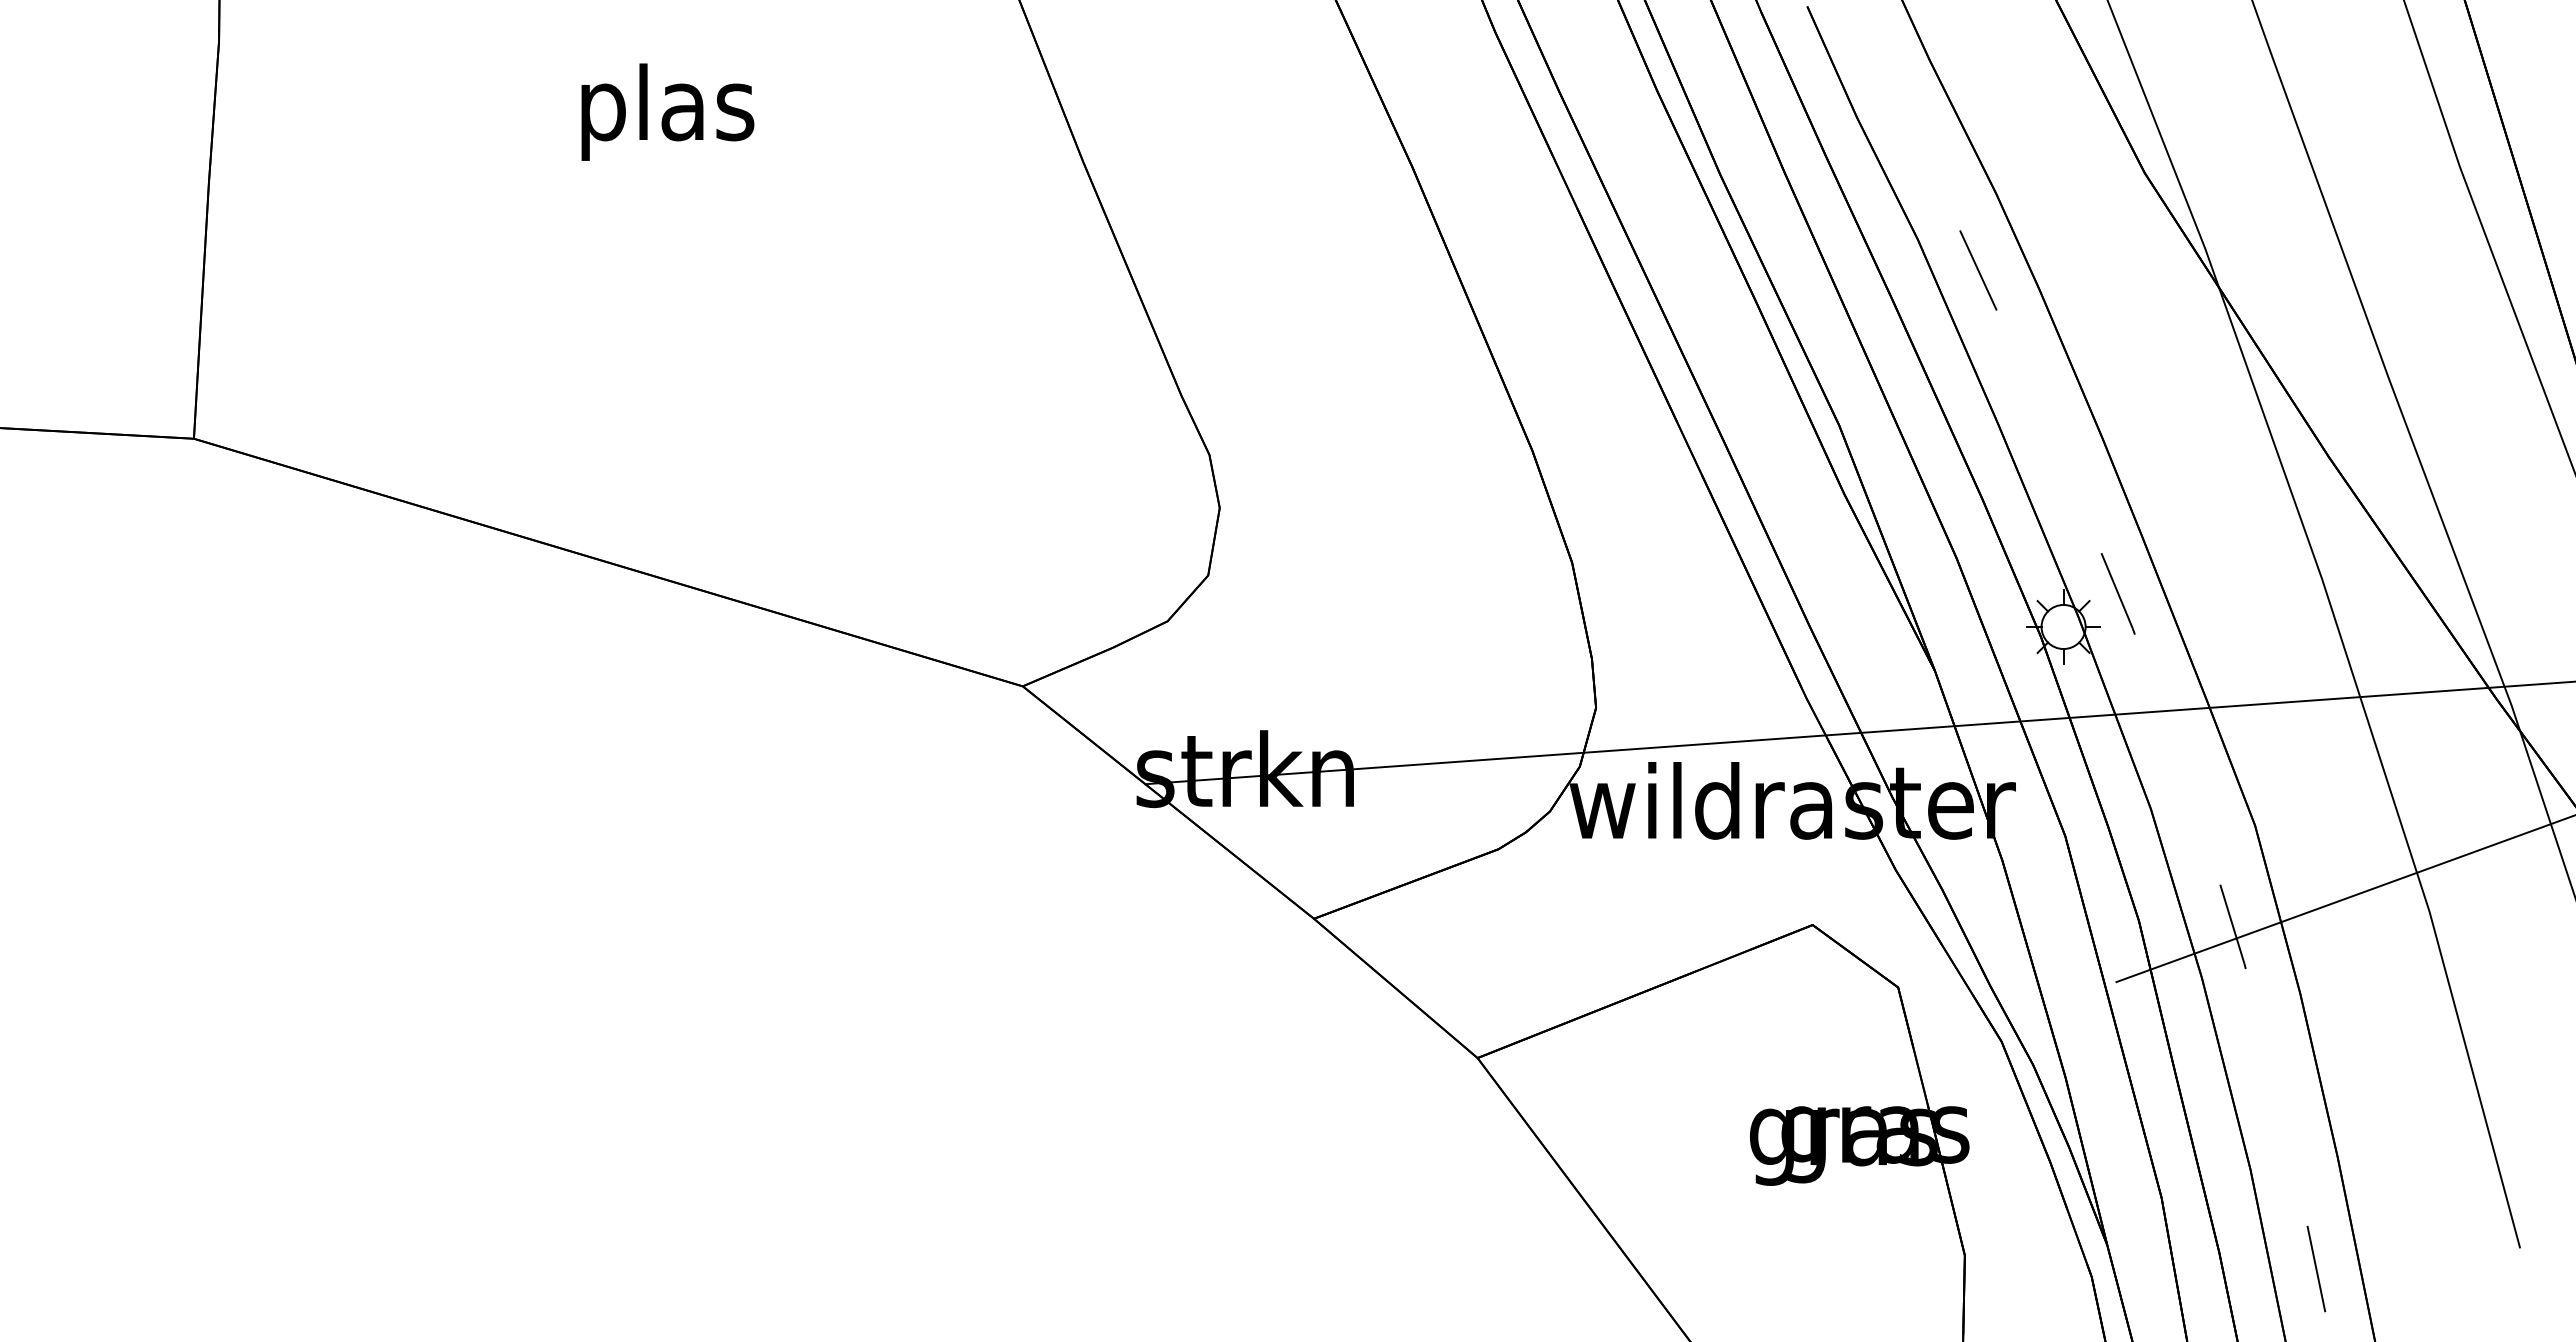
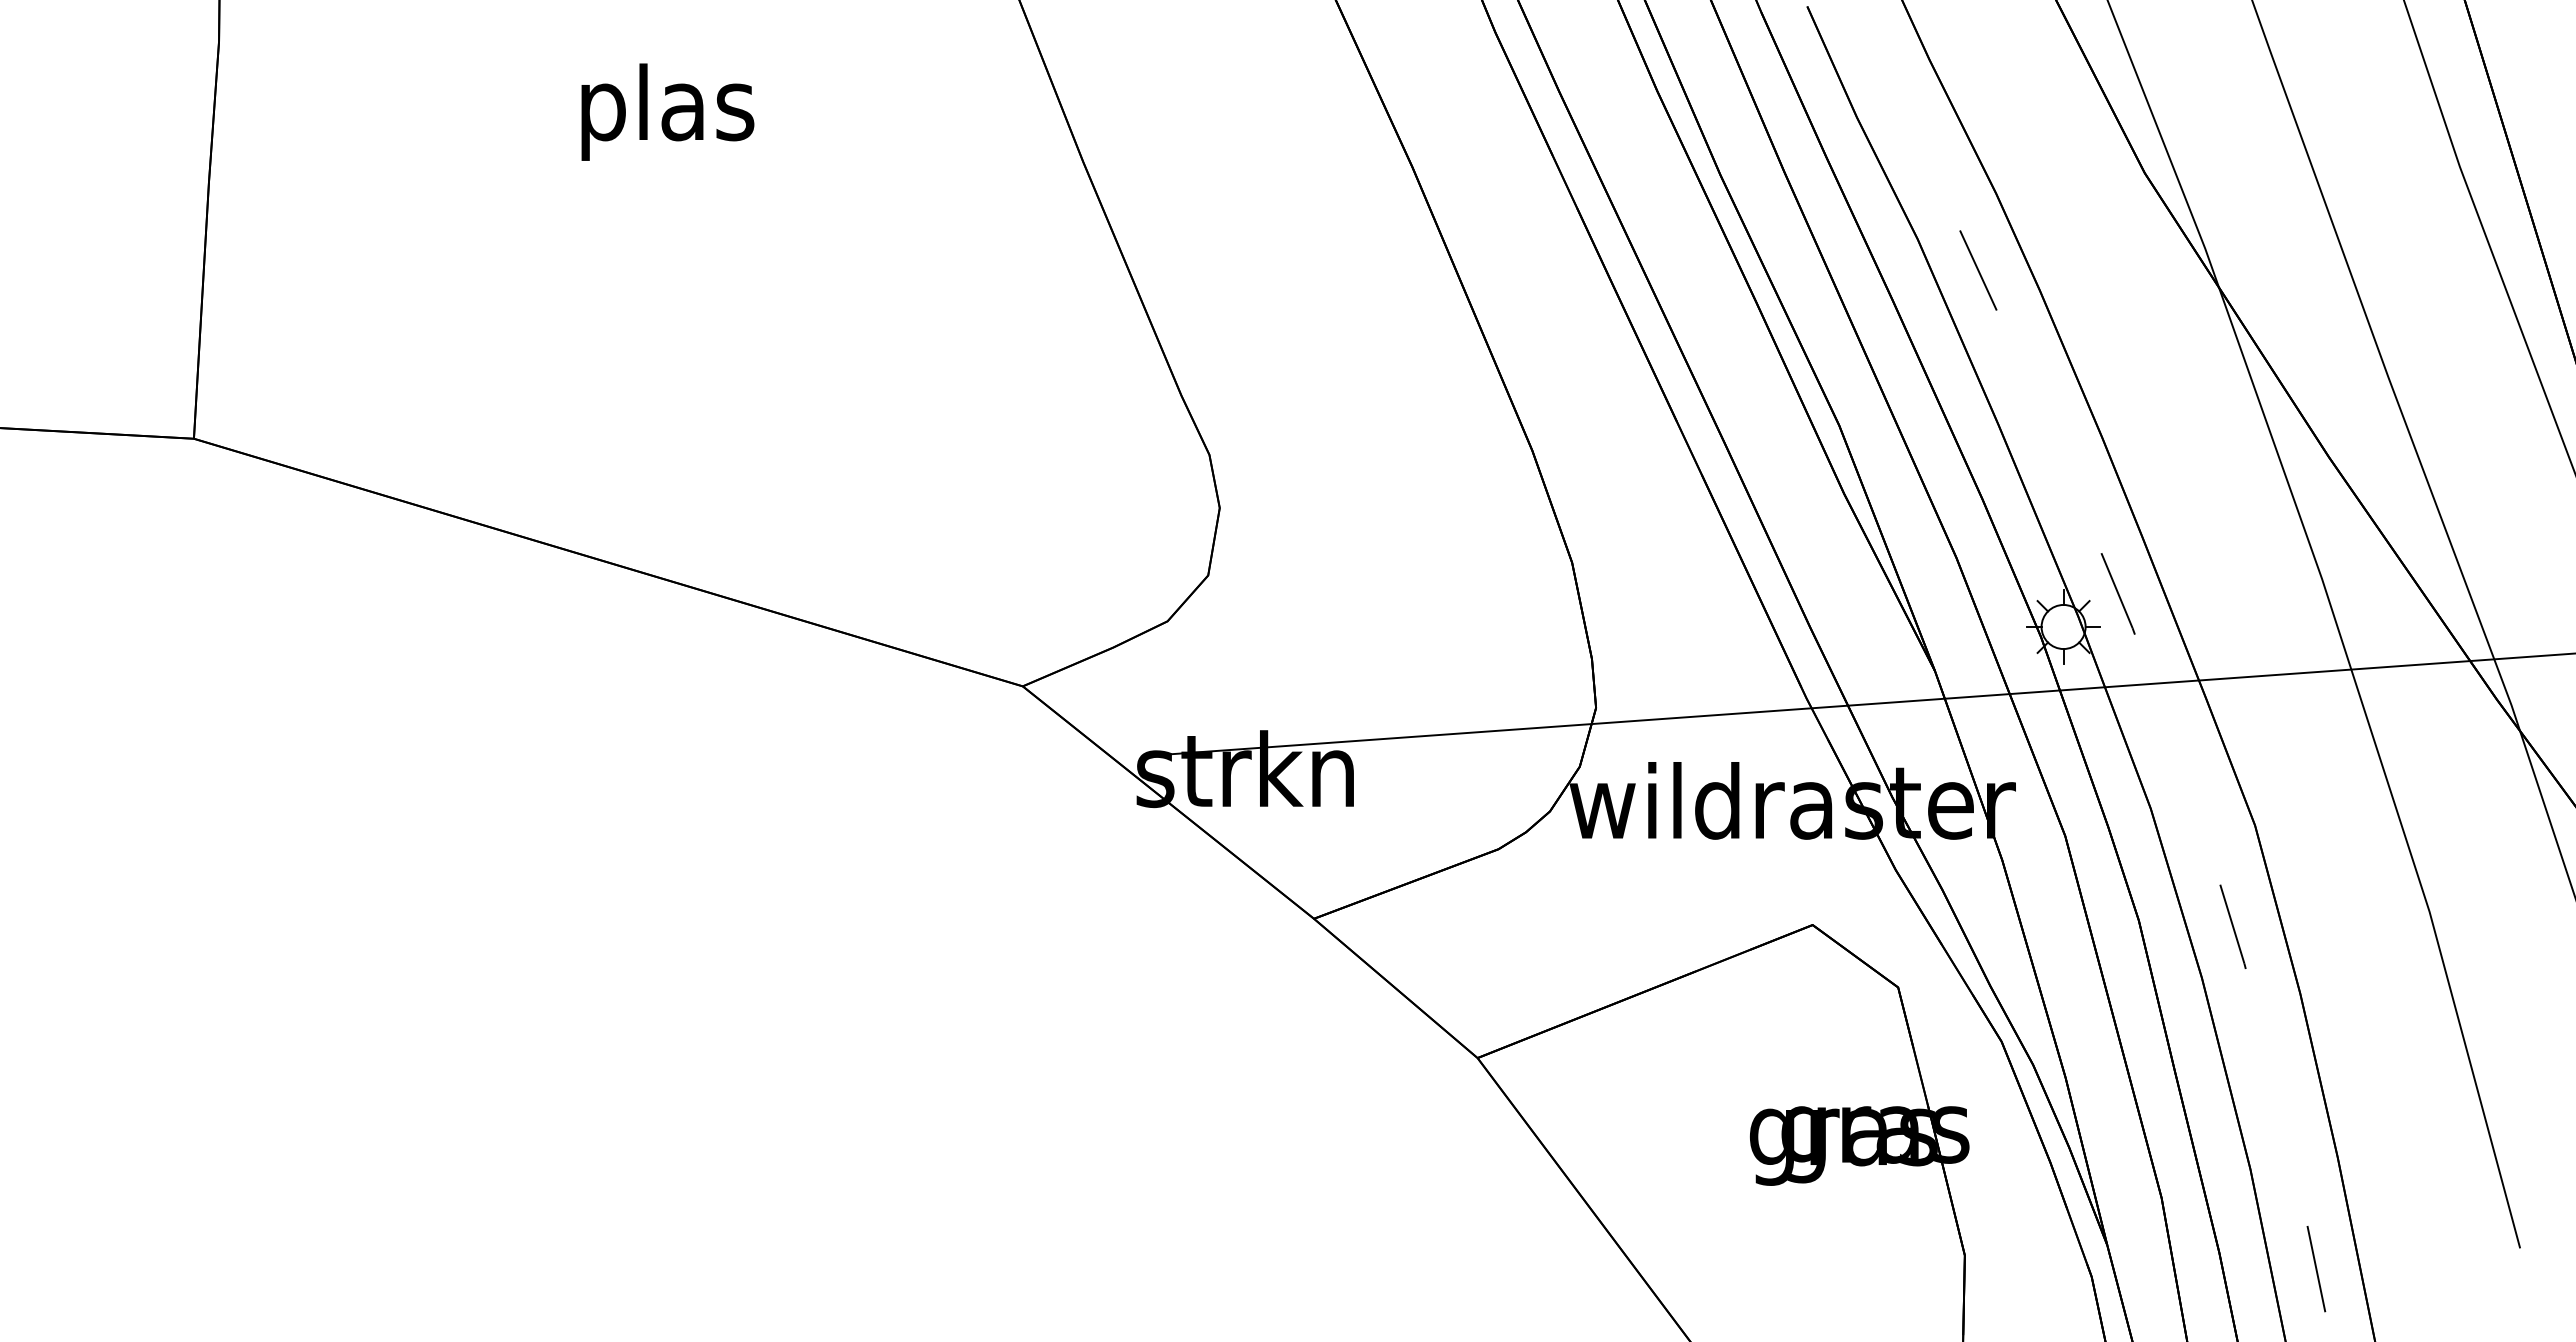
line at (1858, 732) position: (1858, 732) -> (1857, 704)
line at (2344, 899): present -> none
